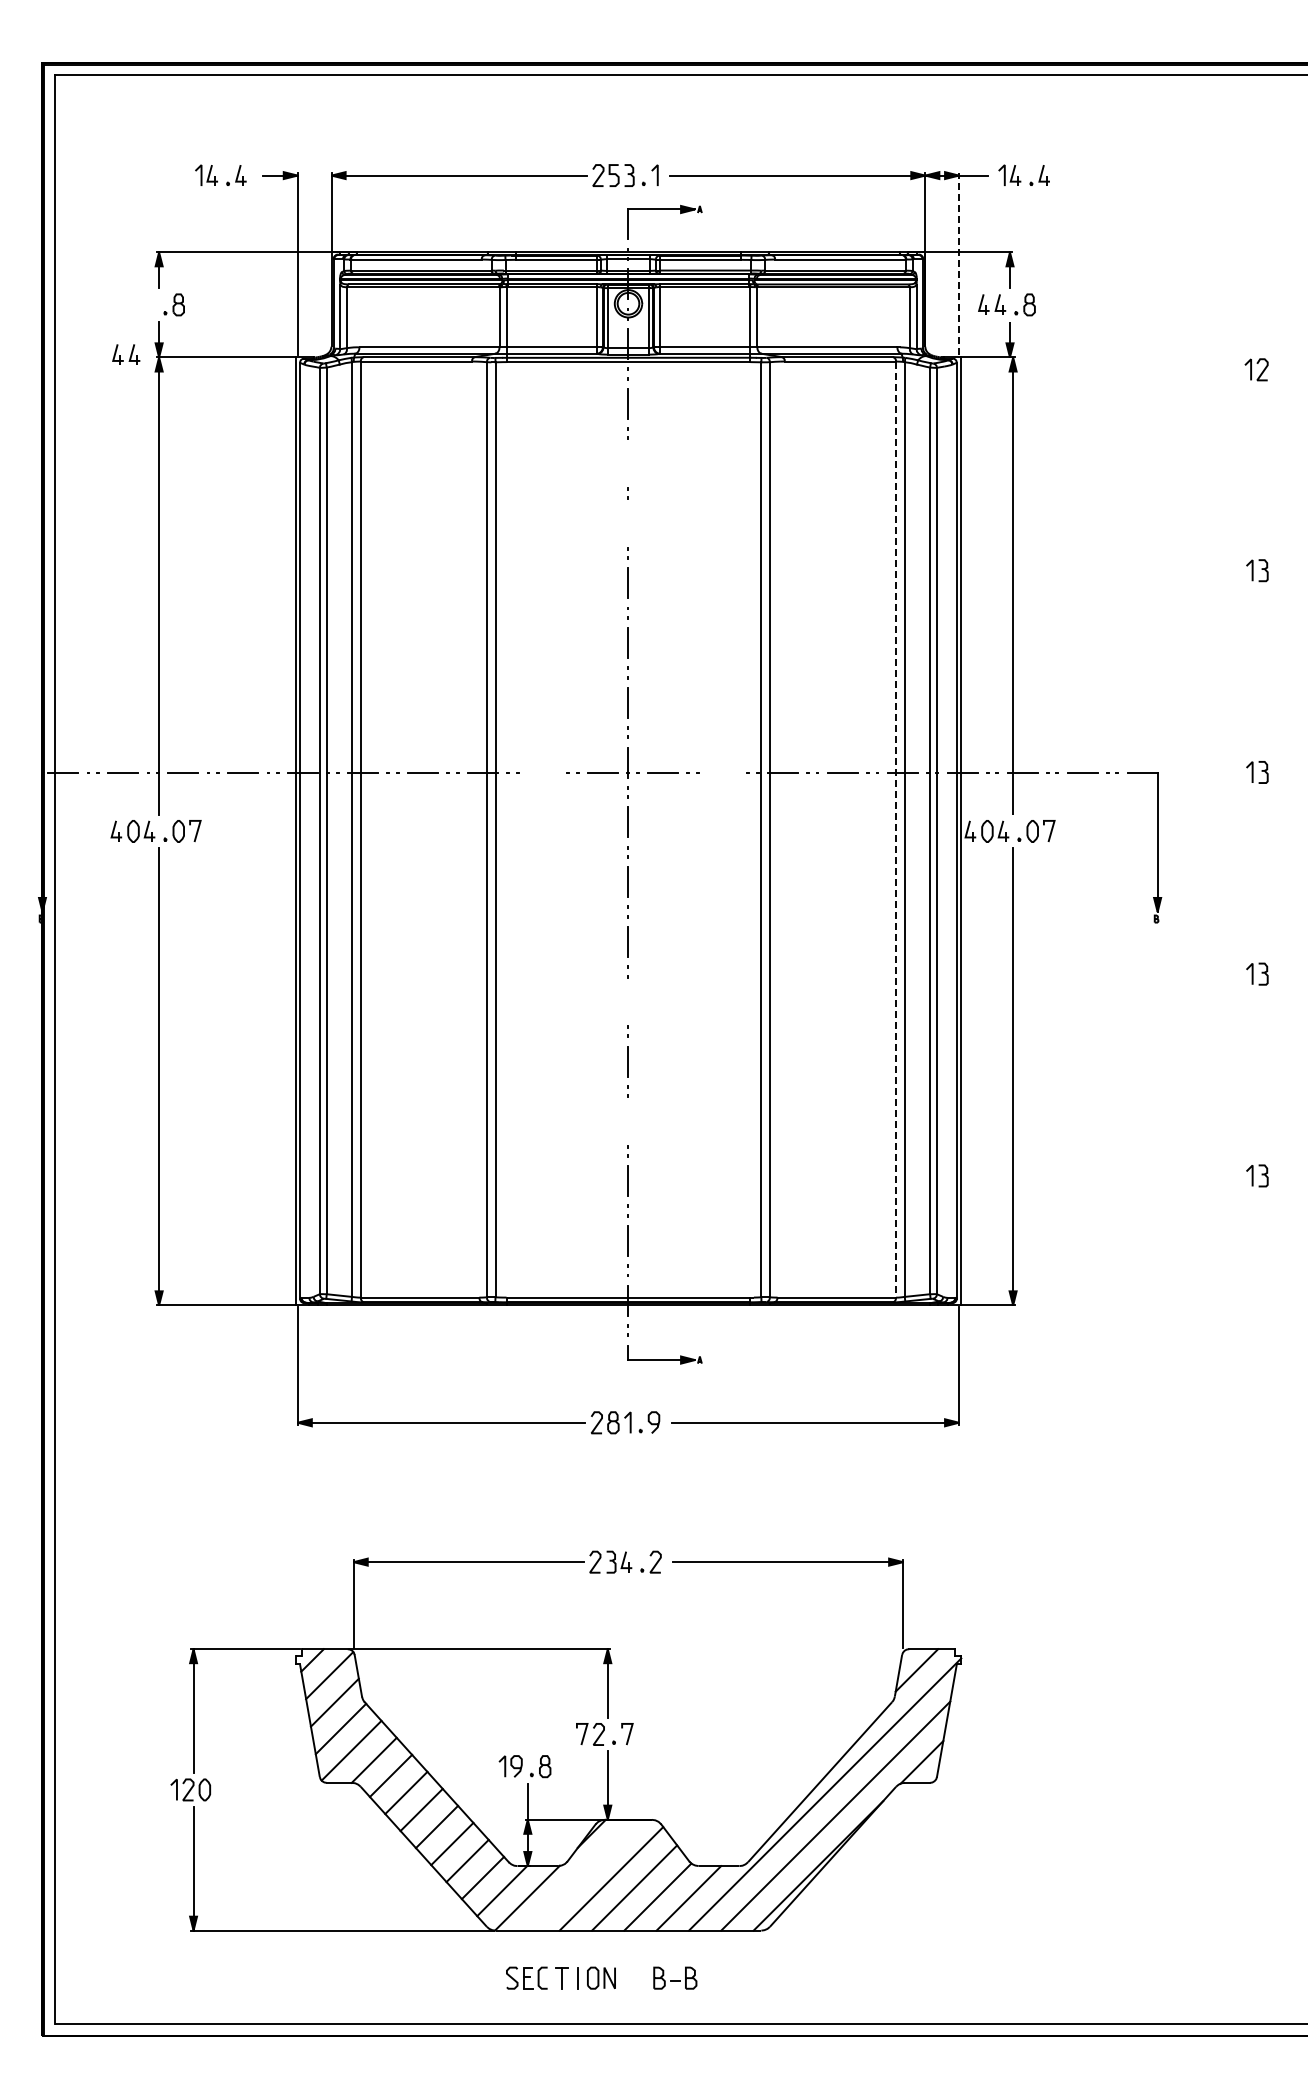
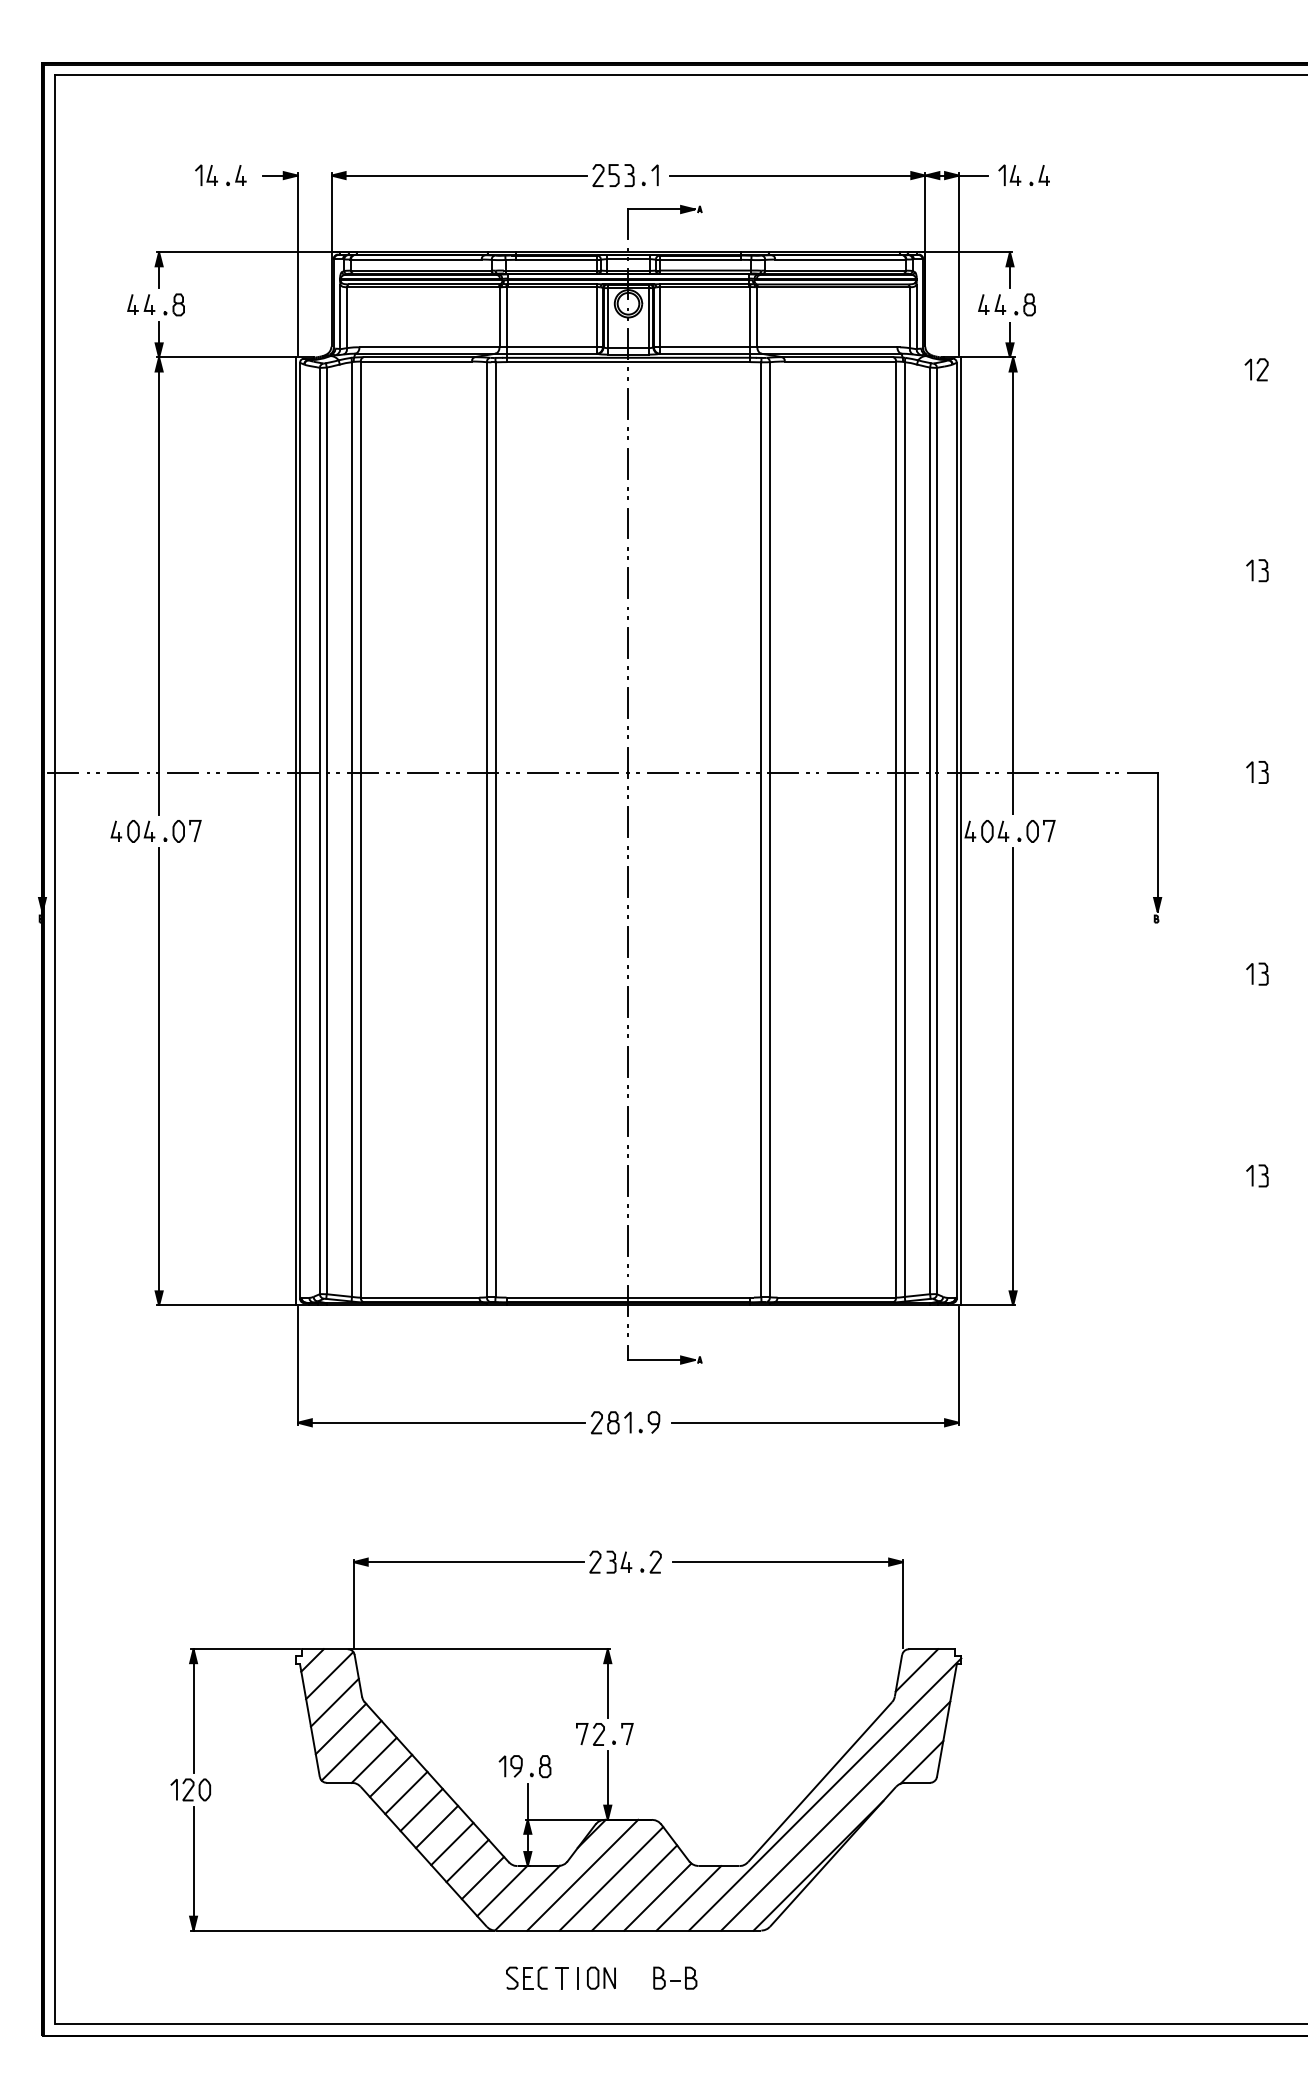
line at (959, 264): dashed -> solid
part at (126, 354) position: (126, 354) -> (141, 304)
line at (628, 463): none -> present
line at (627, 523): none -> present
line at (542, 772): none -> present
line at (722, 772): none -> present
line at (896, 830): dashed -> solid
line at (628, 1001): none -> present
line at (627, 1121): none -> present
line at (582, 1874): none -> present
